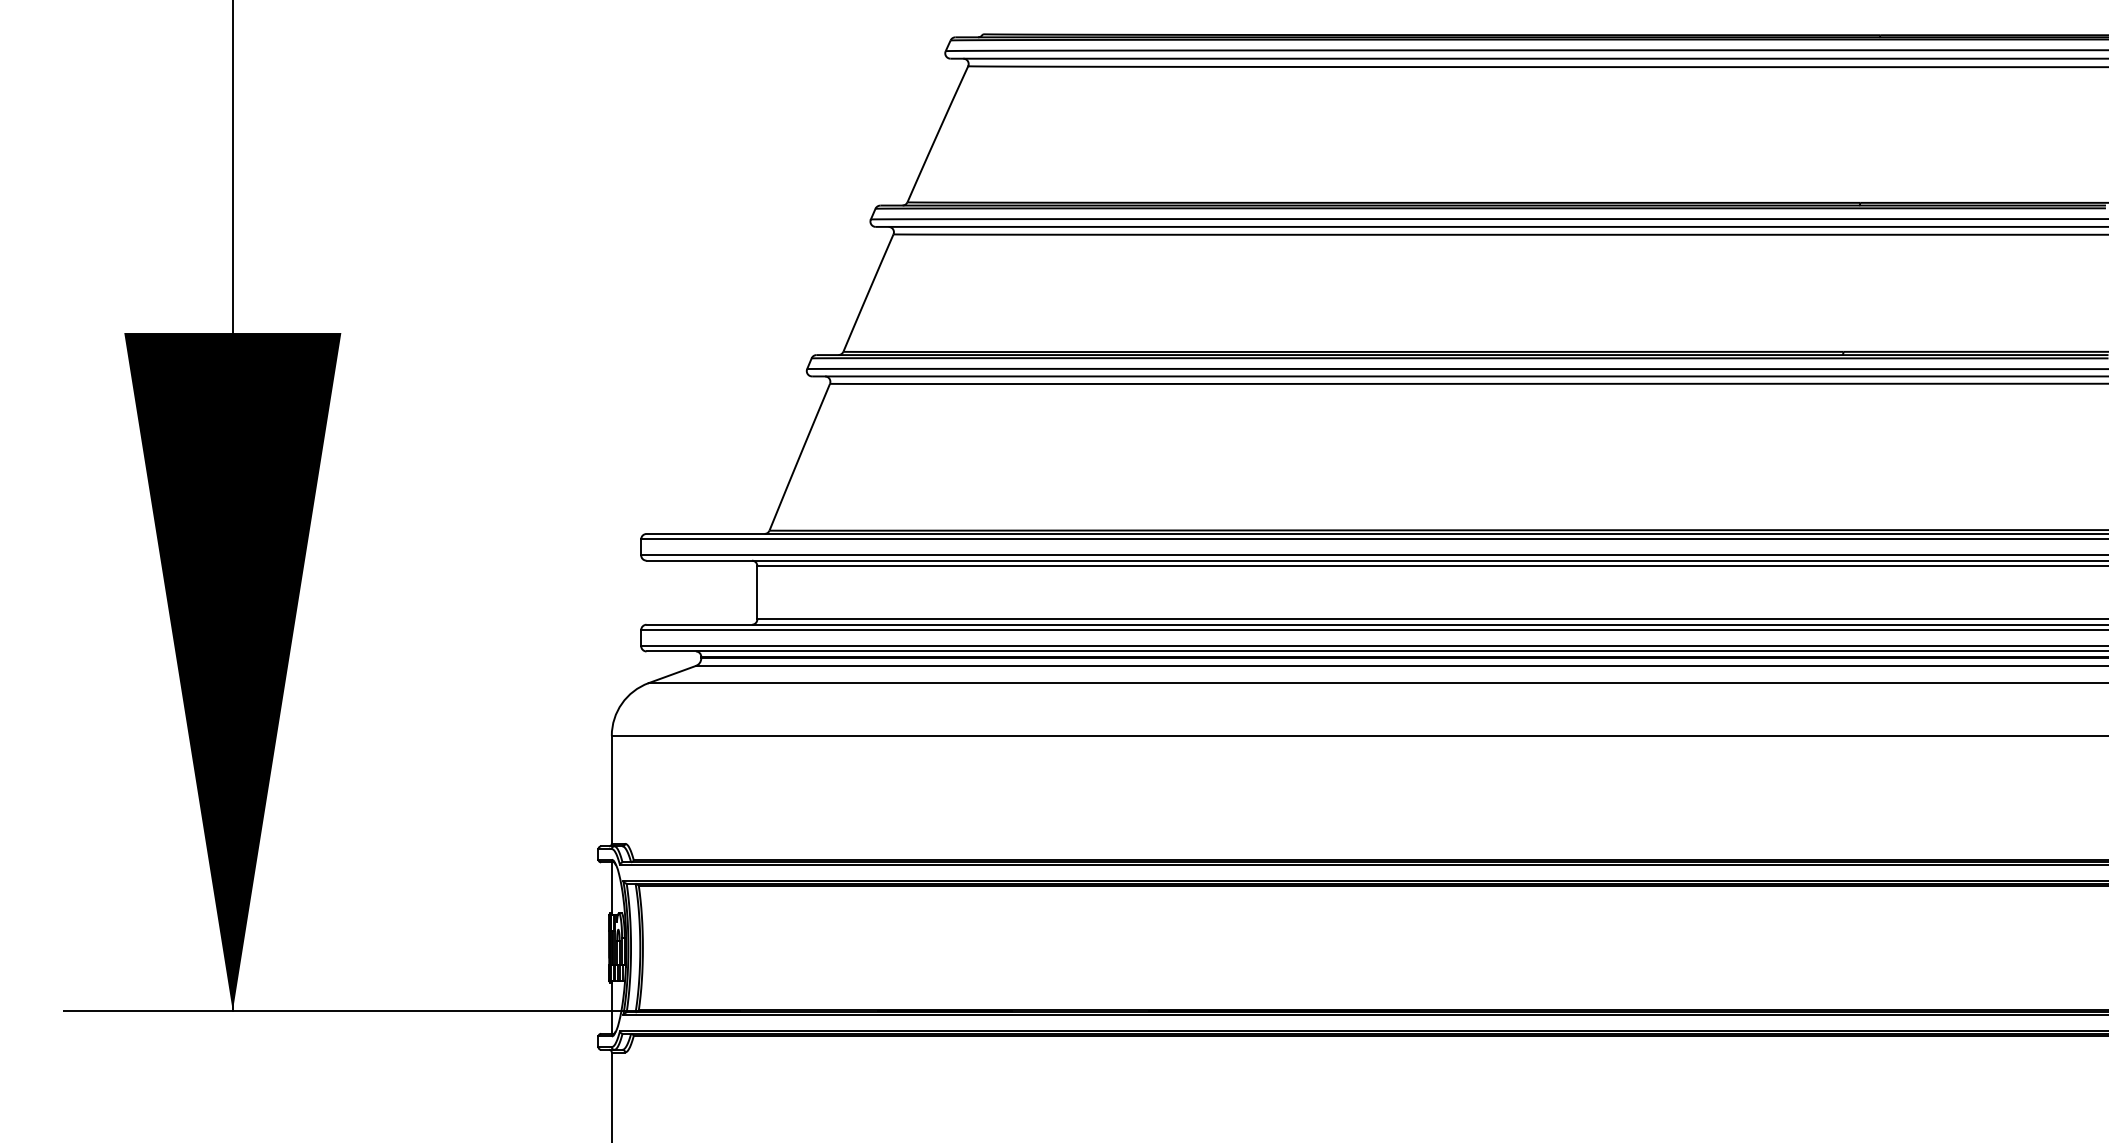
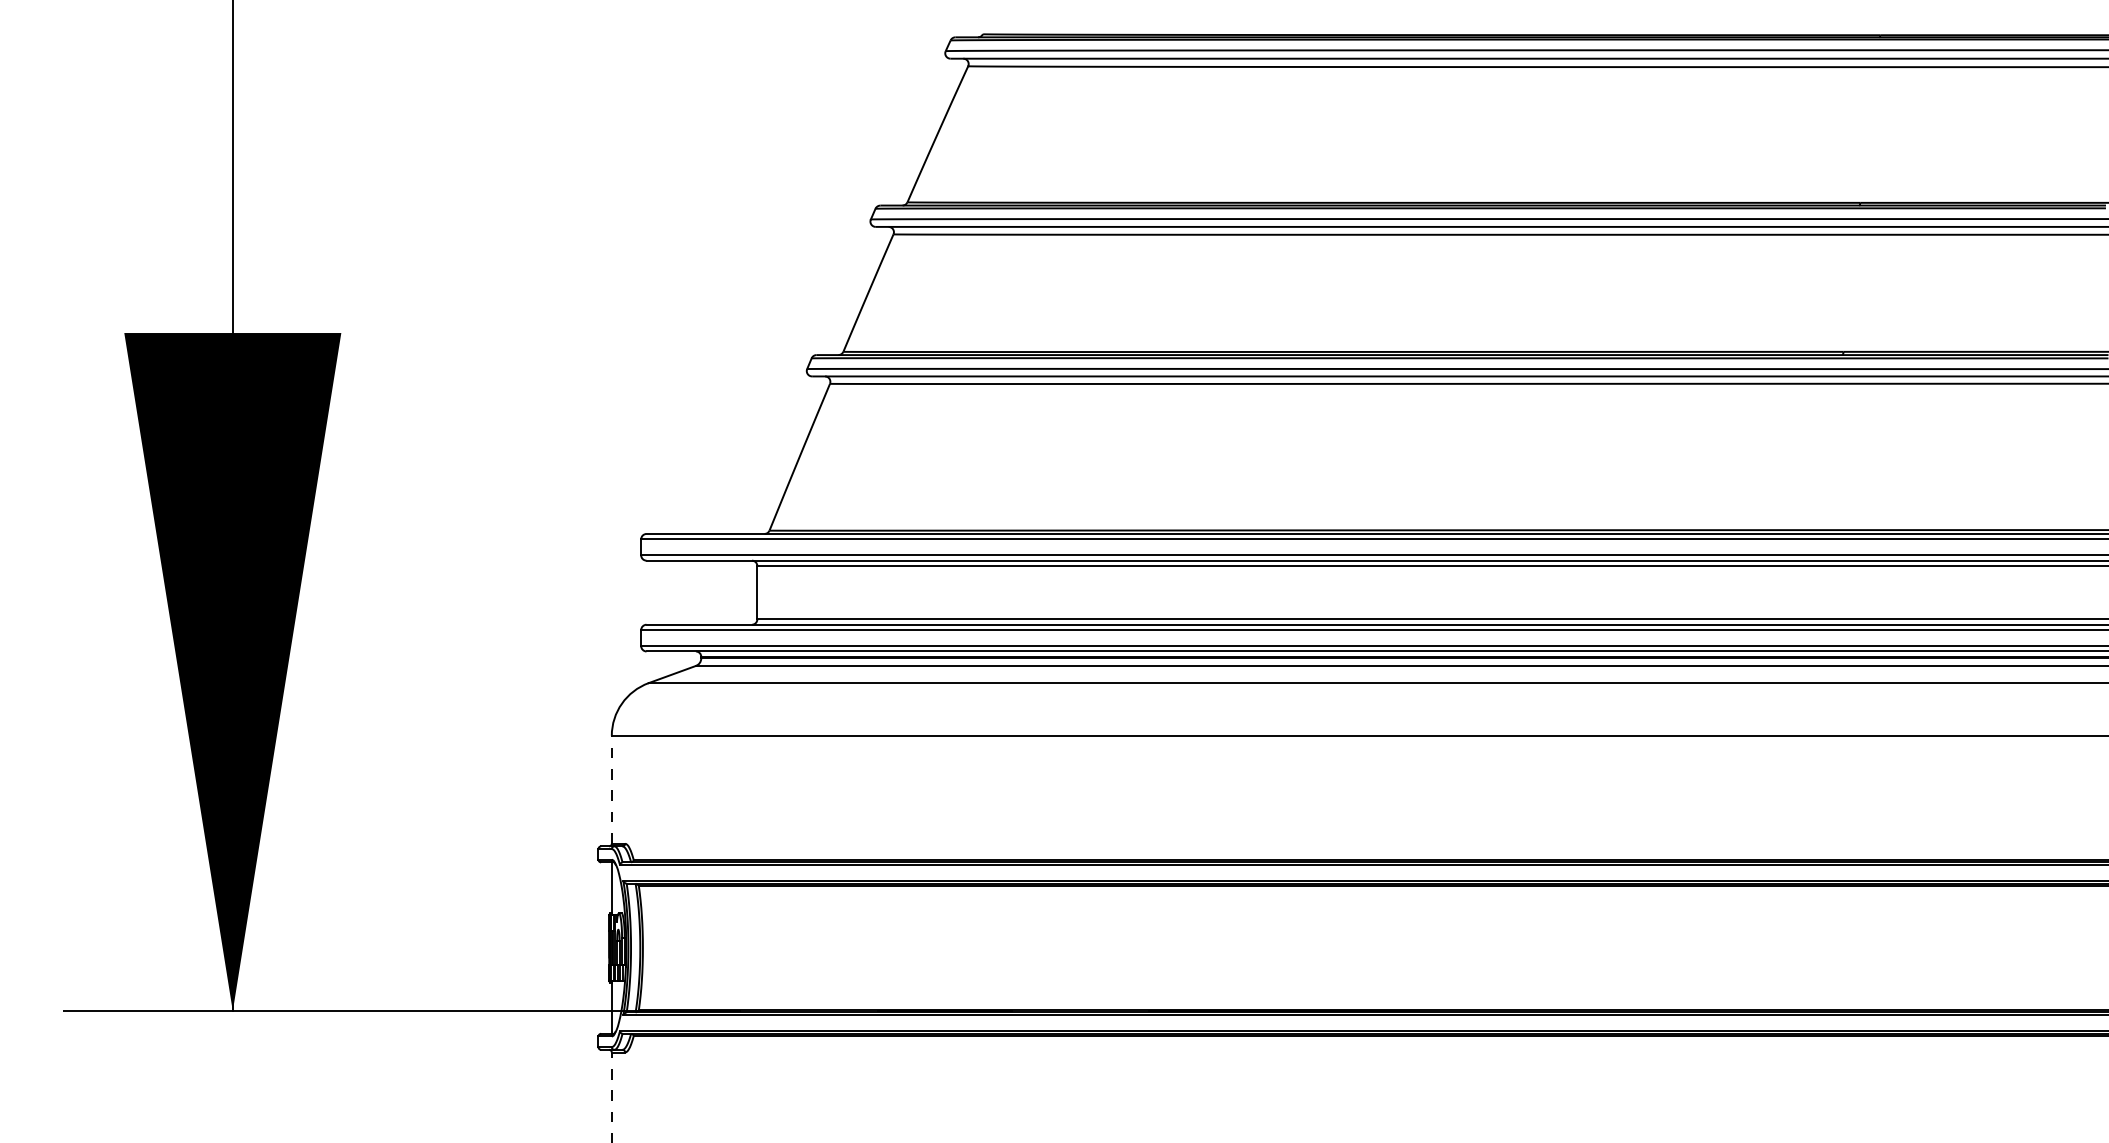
line at (611, 789): solid -> dashed
line at (611, 1097): solid -> dashed
